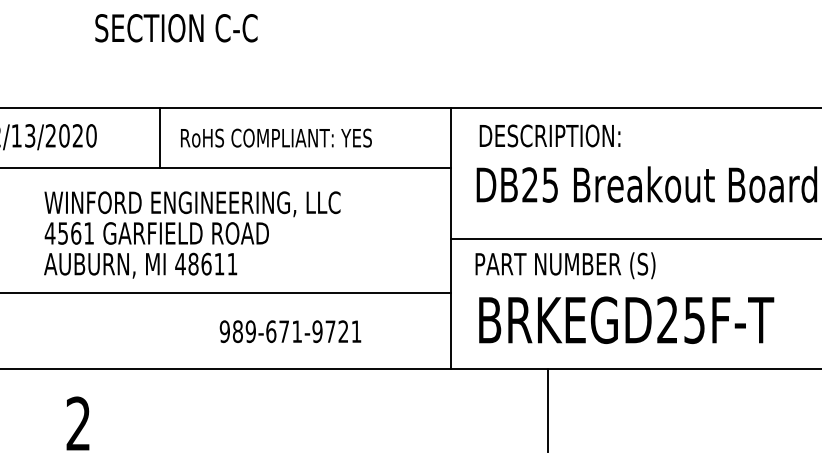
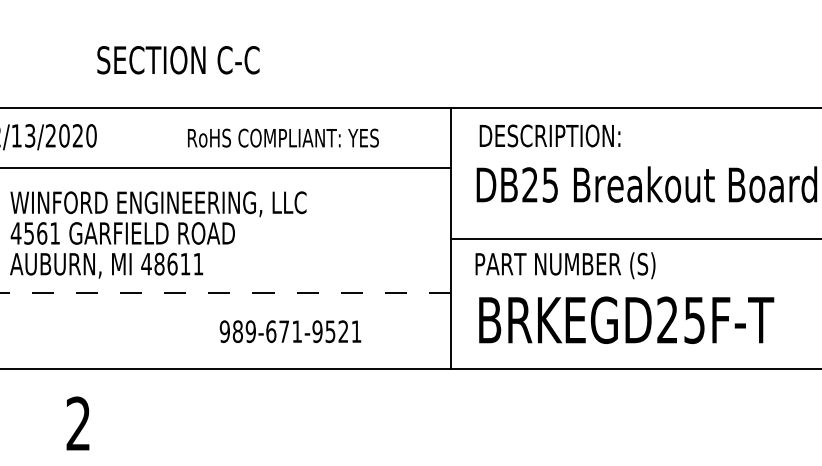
text at (176, 28) position: (176, 28) -> (178, 60)
line at (160, 137): present -> none
text at (276, 137) position: (276, 137) -> (283, 137)
text at (192, 234) position: (192, 234) -> (158, 234)
line at (225, 292): solid -> dashed
text at (330, 331): 989-671-9721 -> 989-671-9521
line at (547, 410): present -> none
